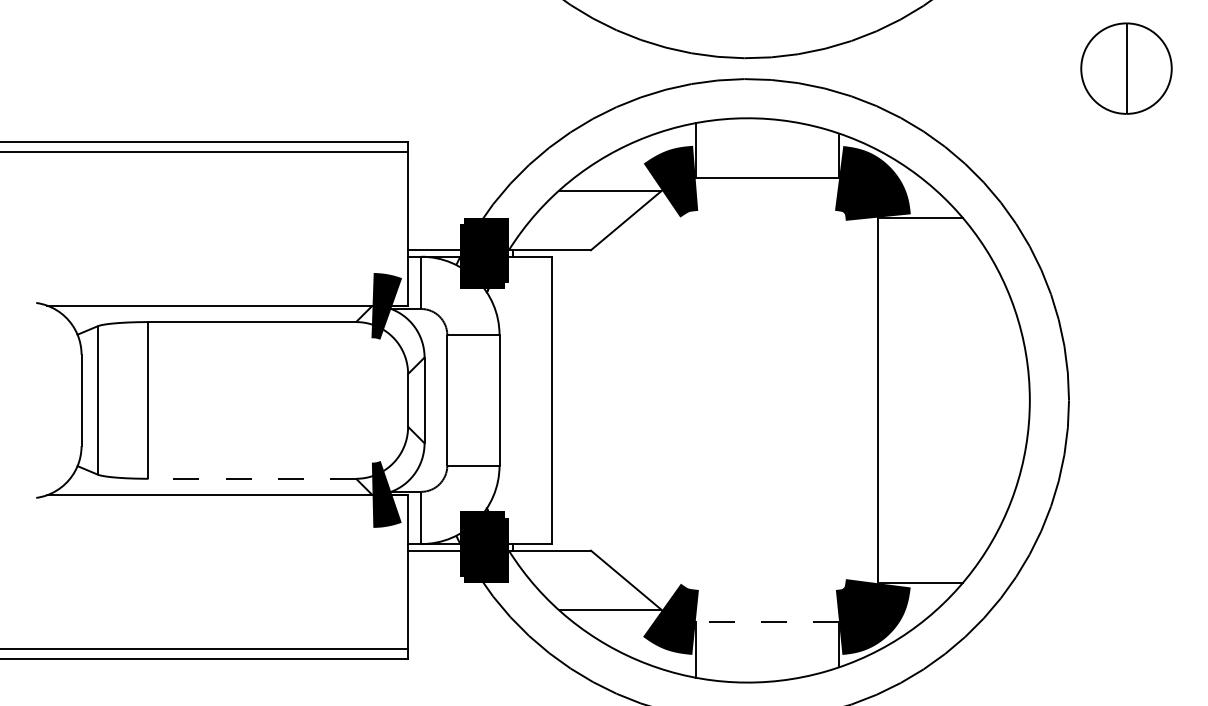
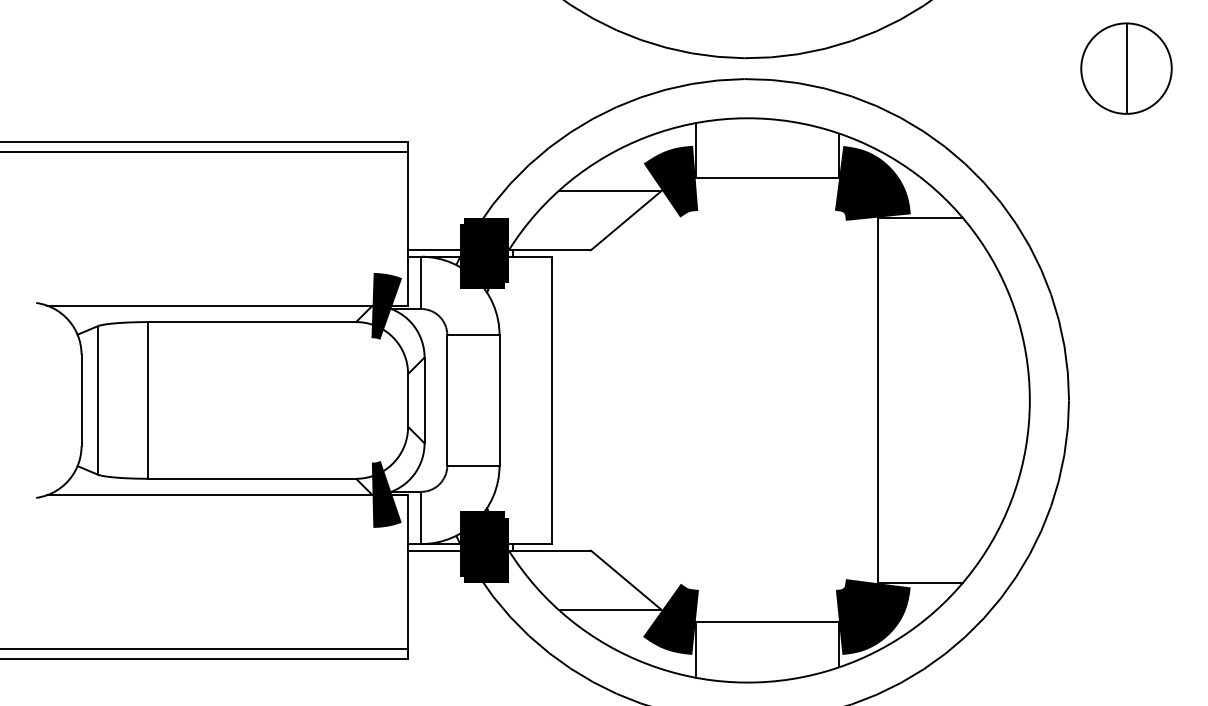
line at (252, 478): dashed -> solid
line at (767, 622): dashed -> solid
